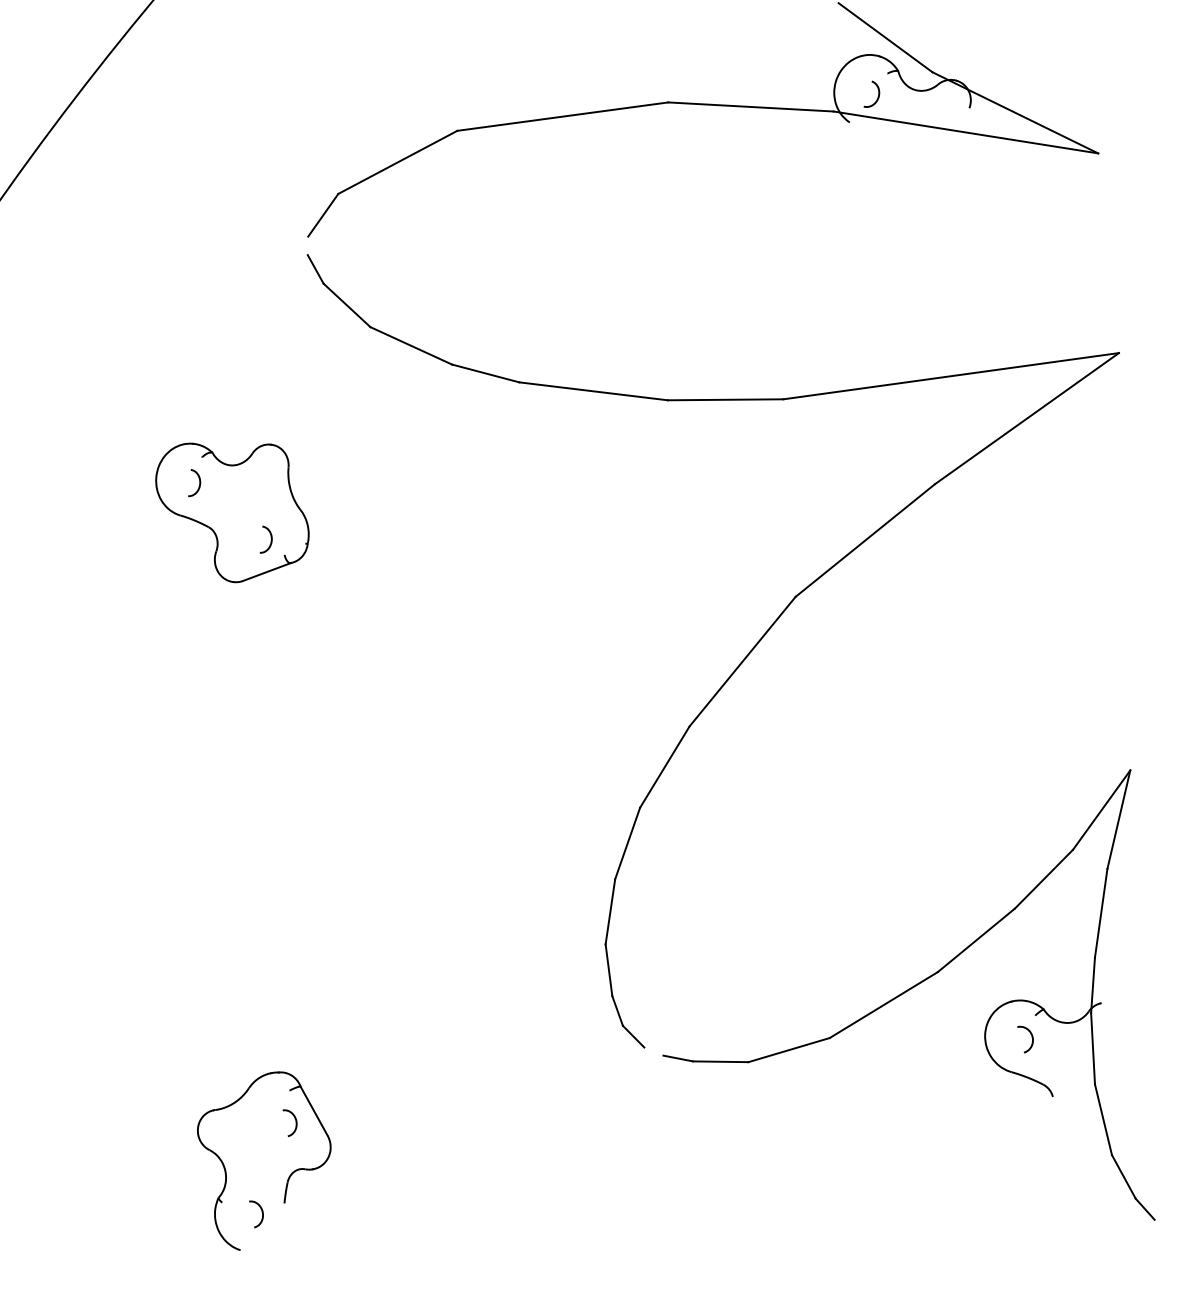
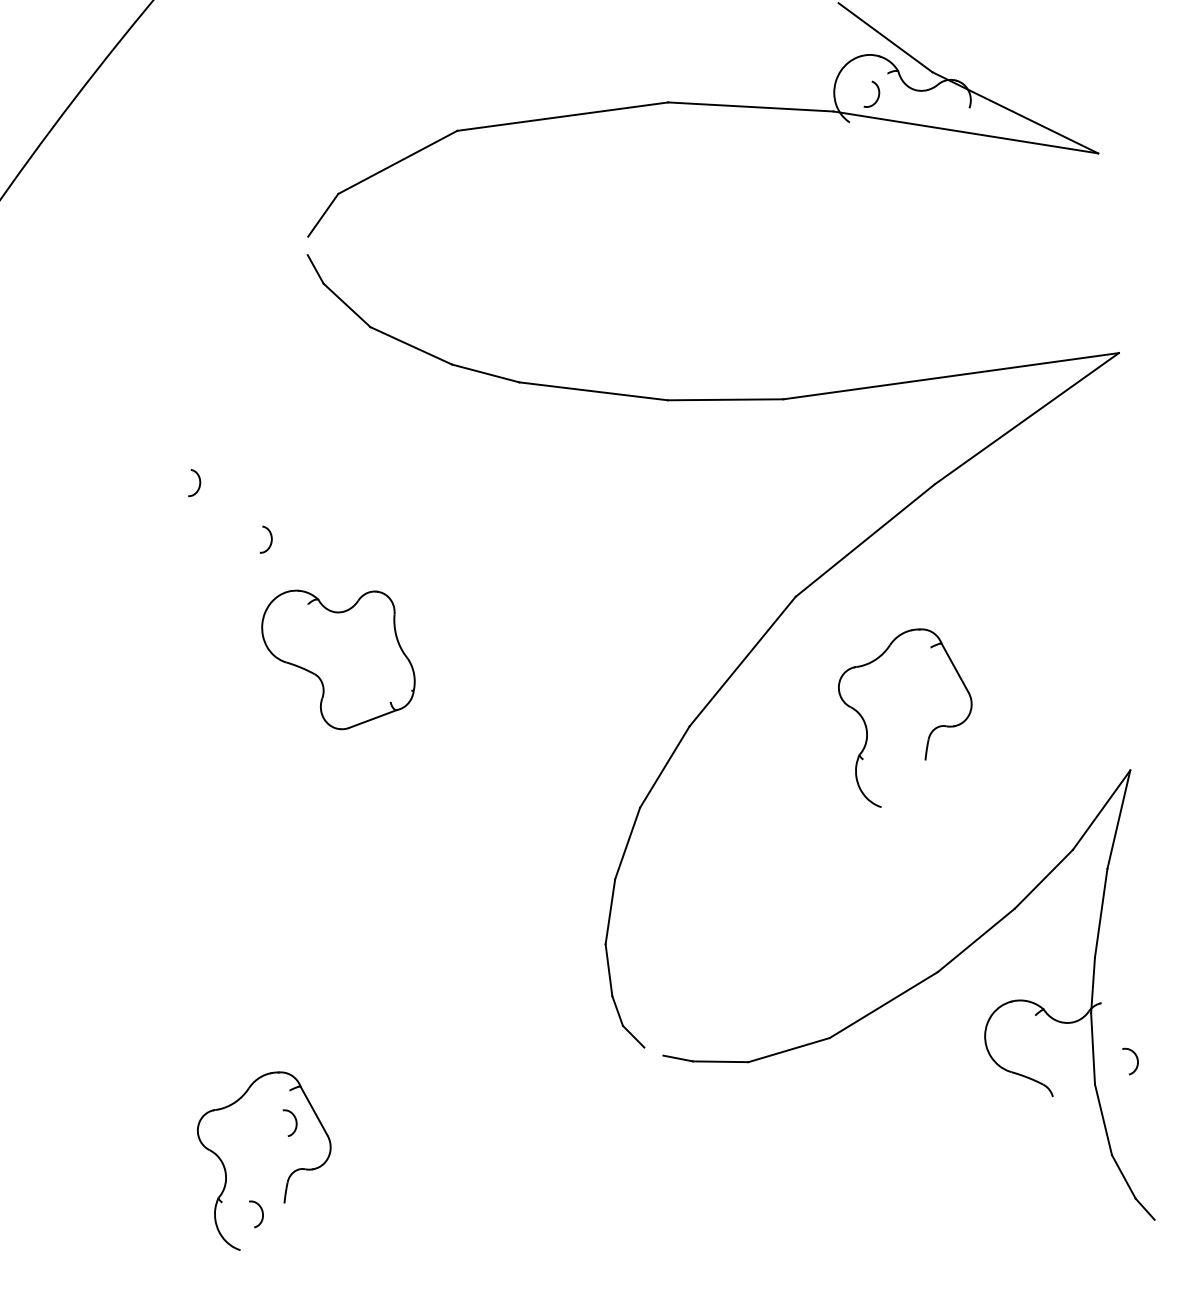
part at (232, 512) position: (232, 512) -> (338, 659)
part at (929, 733): none -> present
curve at (1031, 1037) position: (1031, 1037) -> (1136, 1059)
